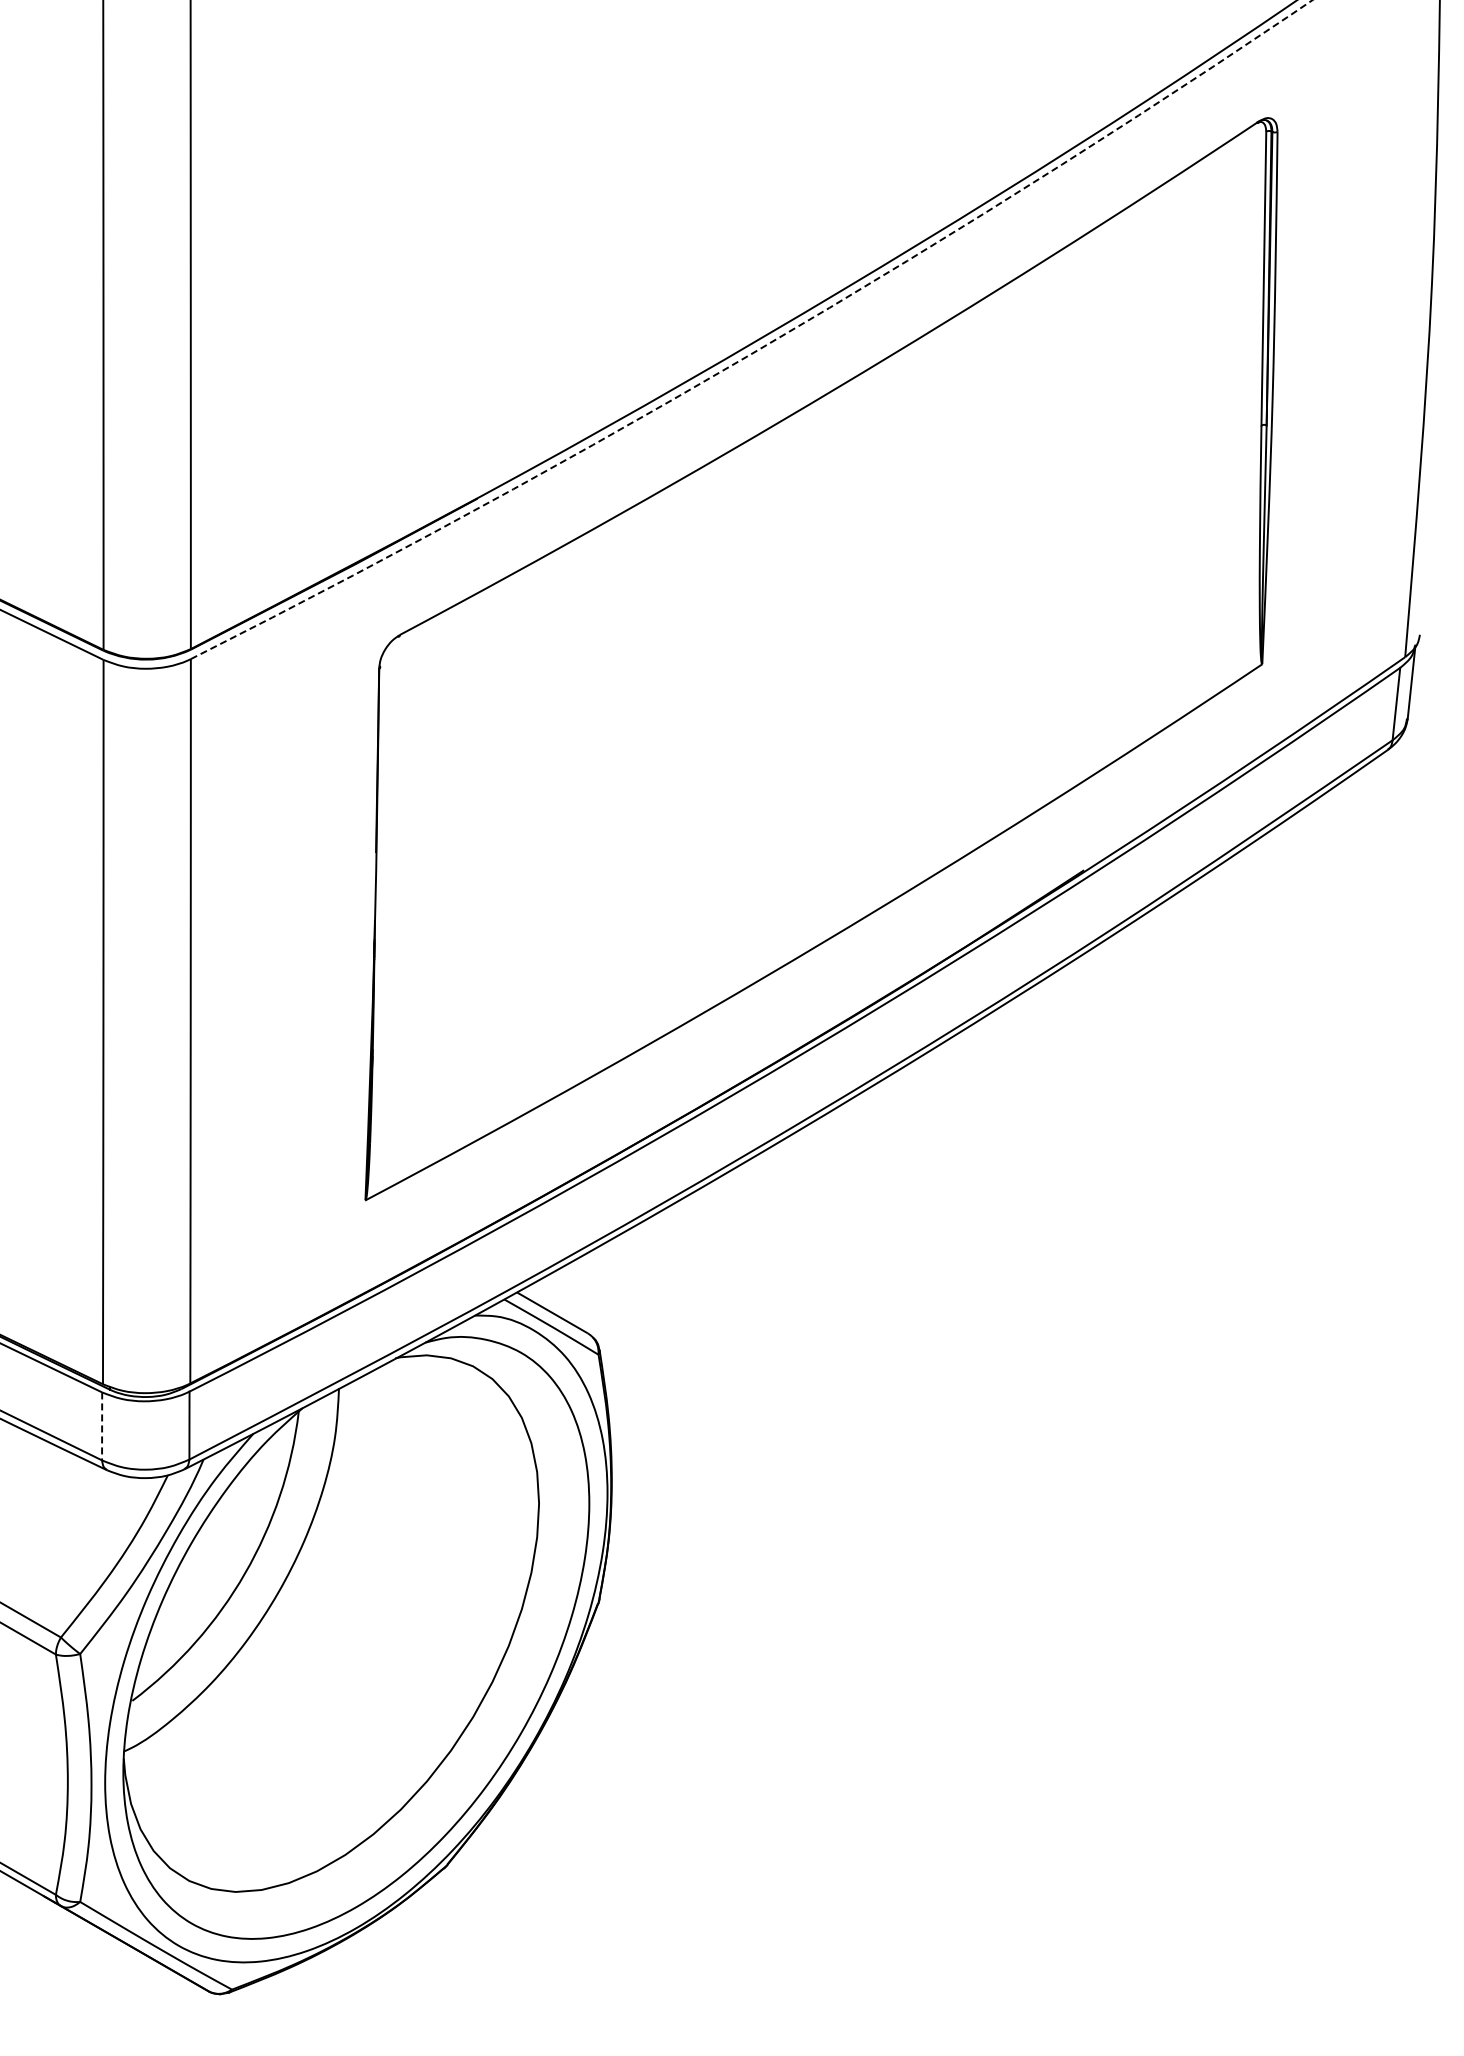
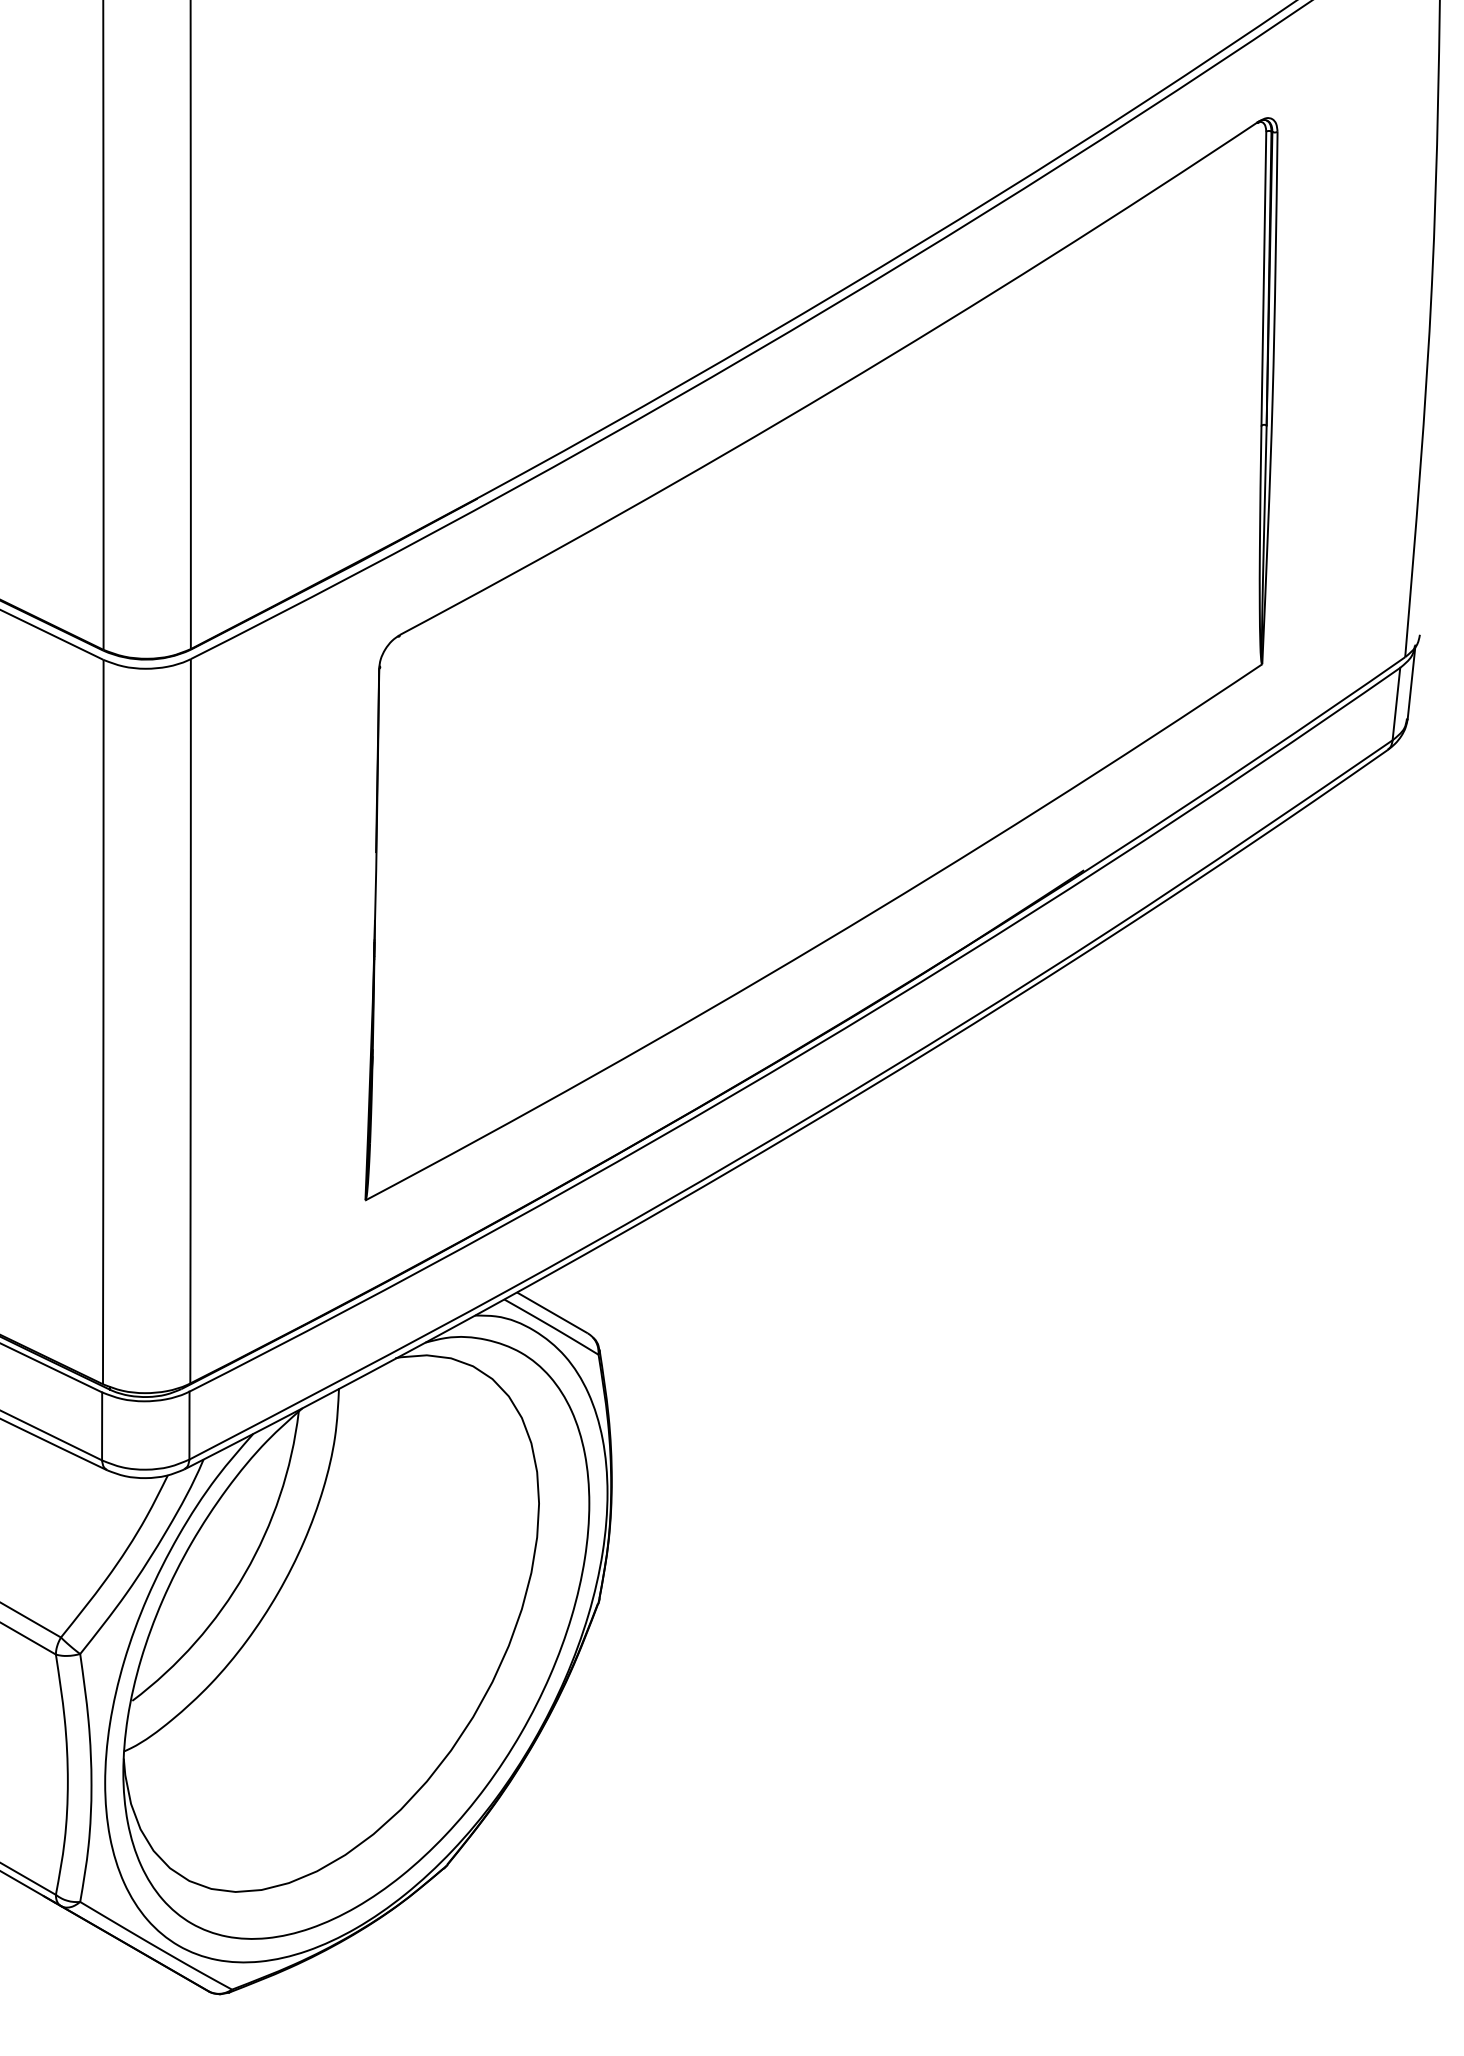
arc at (762, 347): dashed -> solid
line at (102, 1426): dashed -> solid
